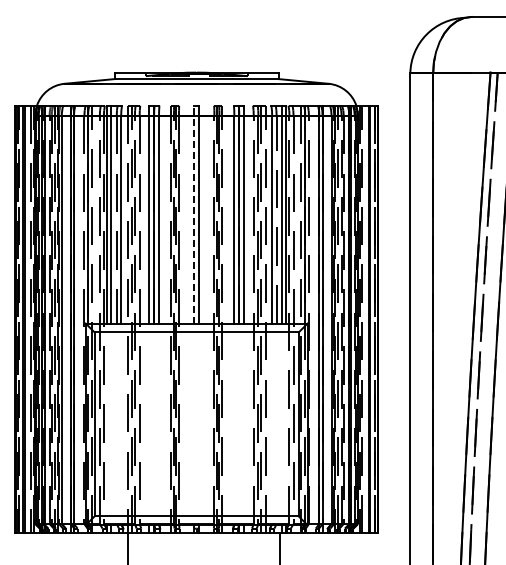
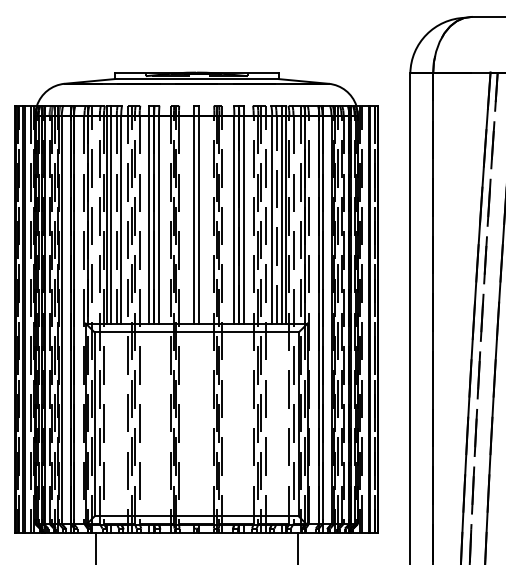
line at (194, 214): dashed -> solid
line at (127, 547) position: (127, 547) -> (95, 547)
line at (279, 547) position: (279, 547) -> (297, 547)
